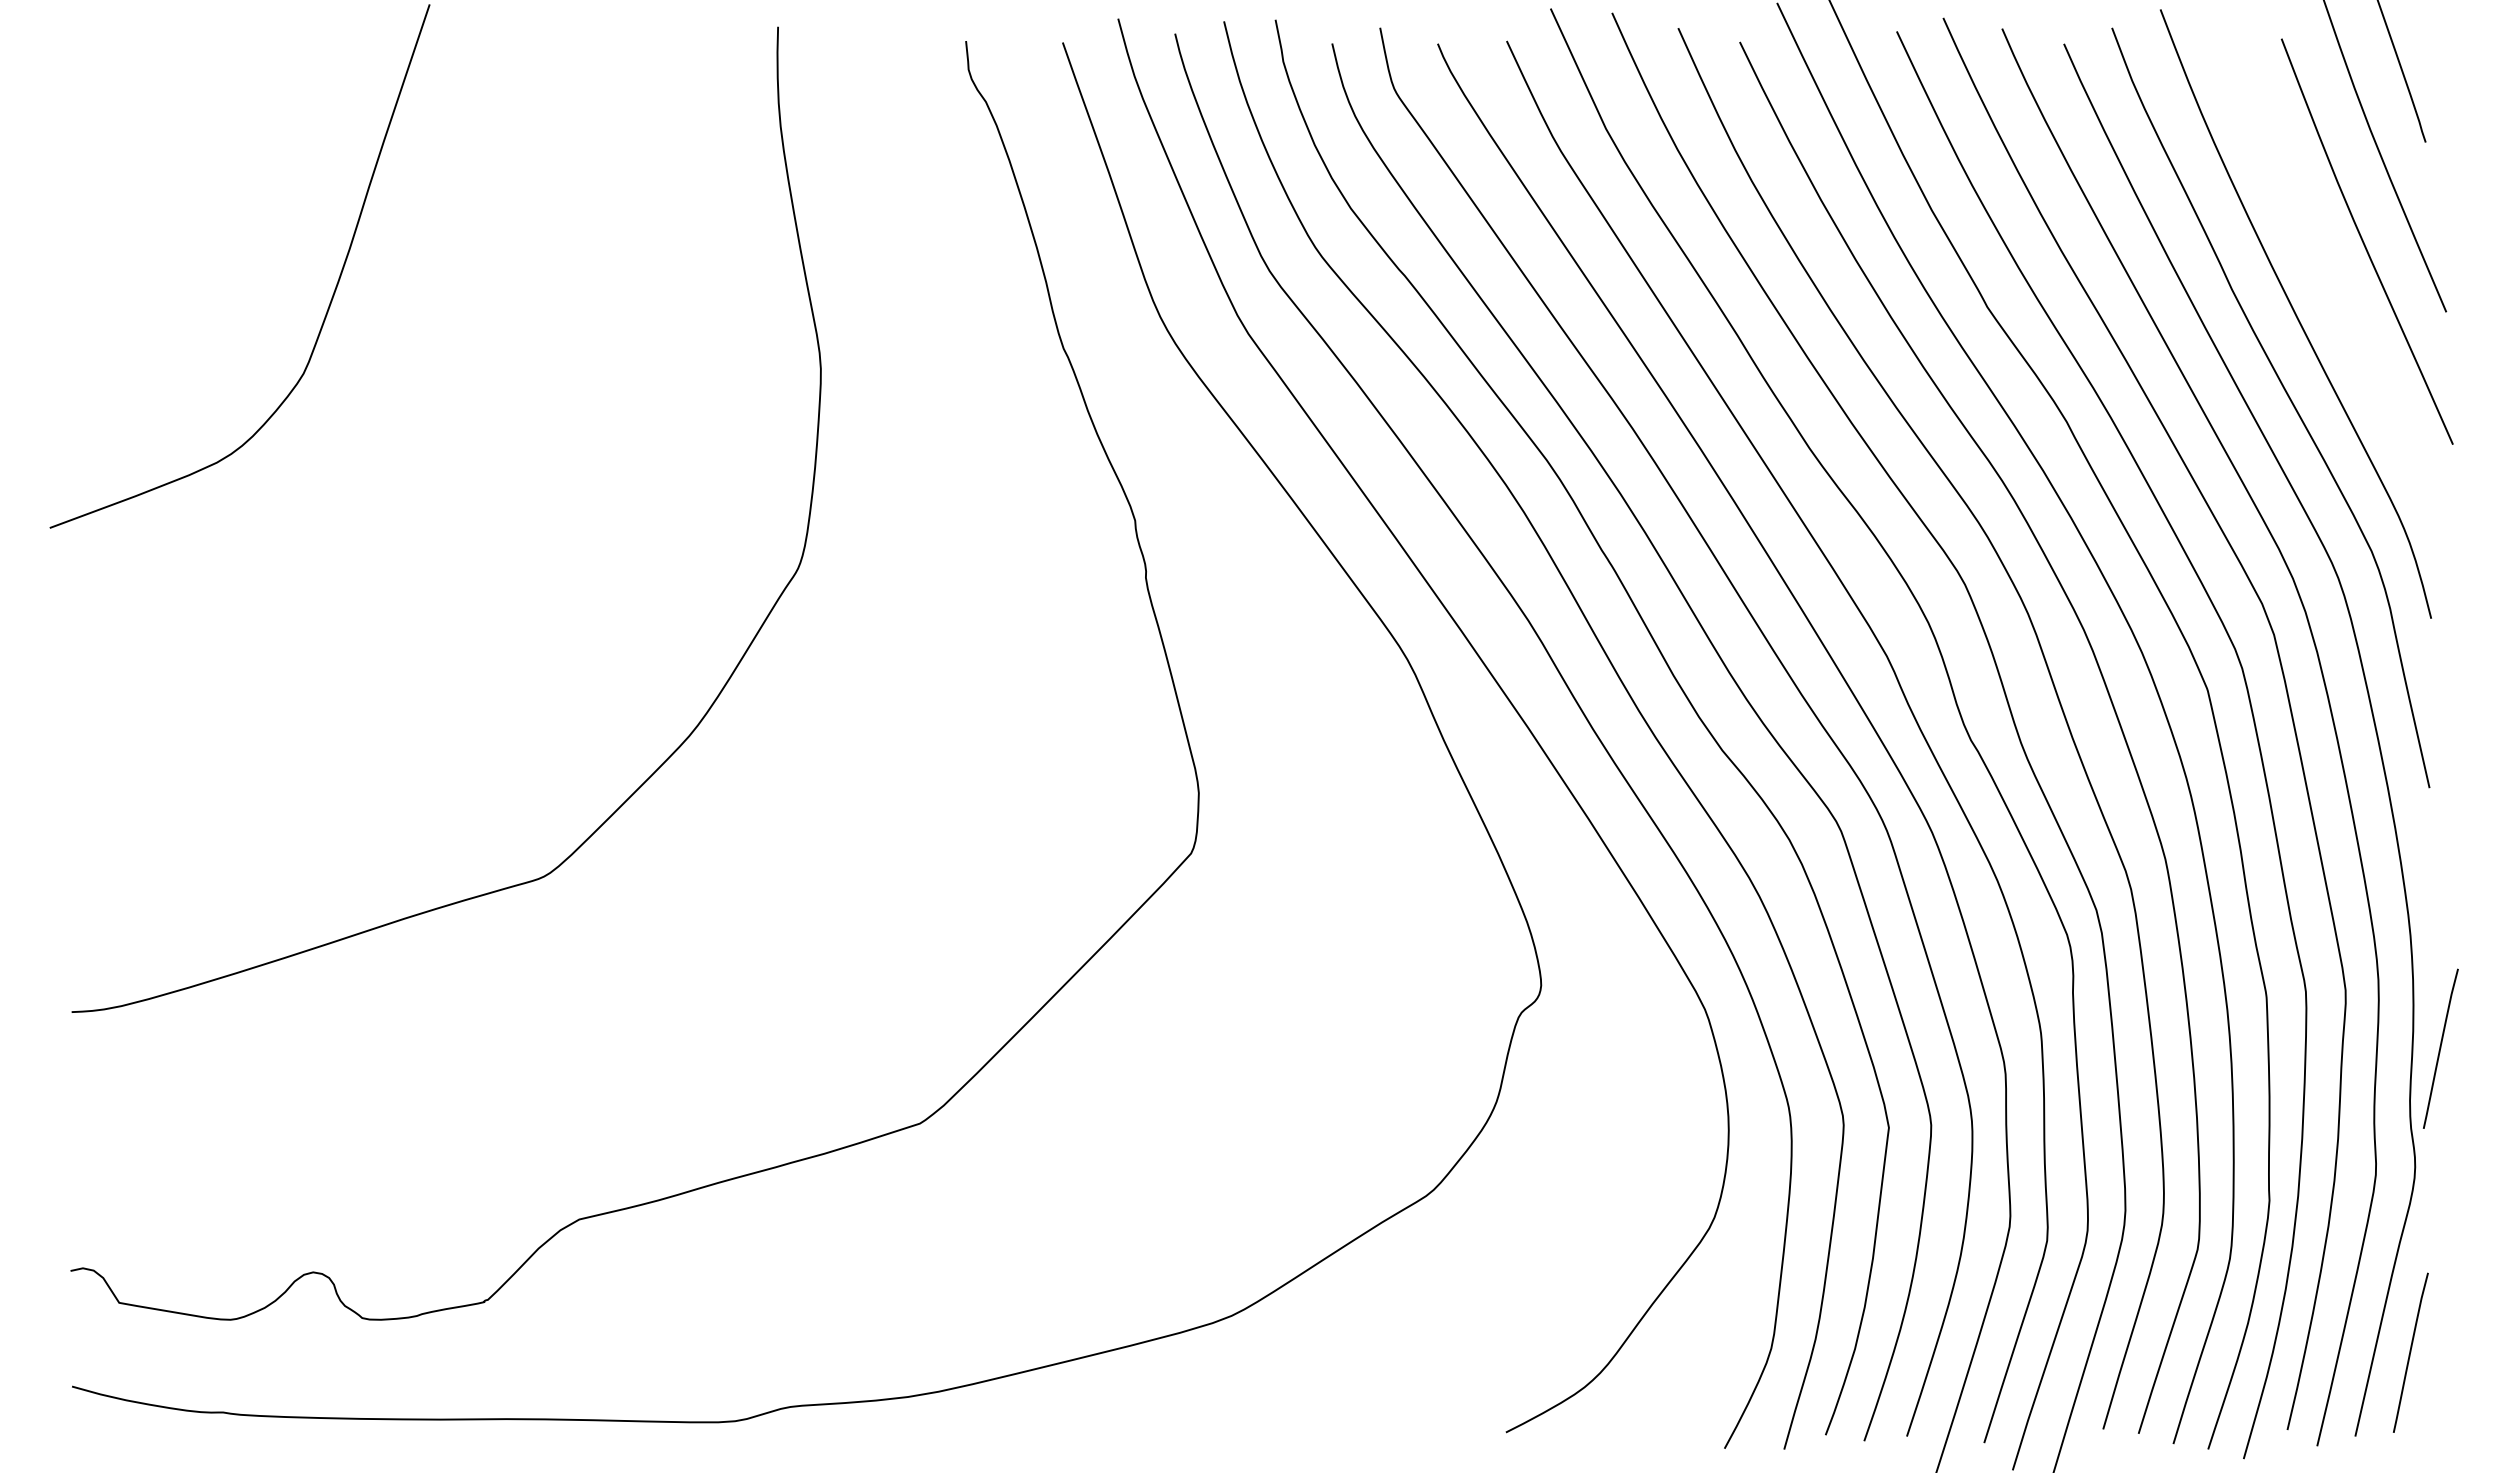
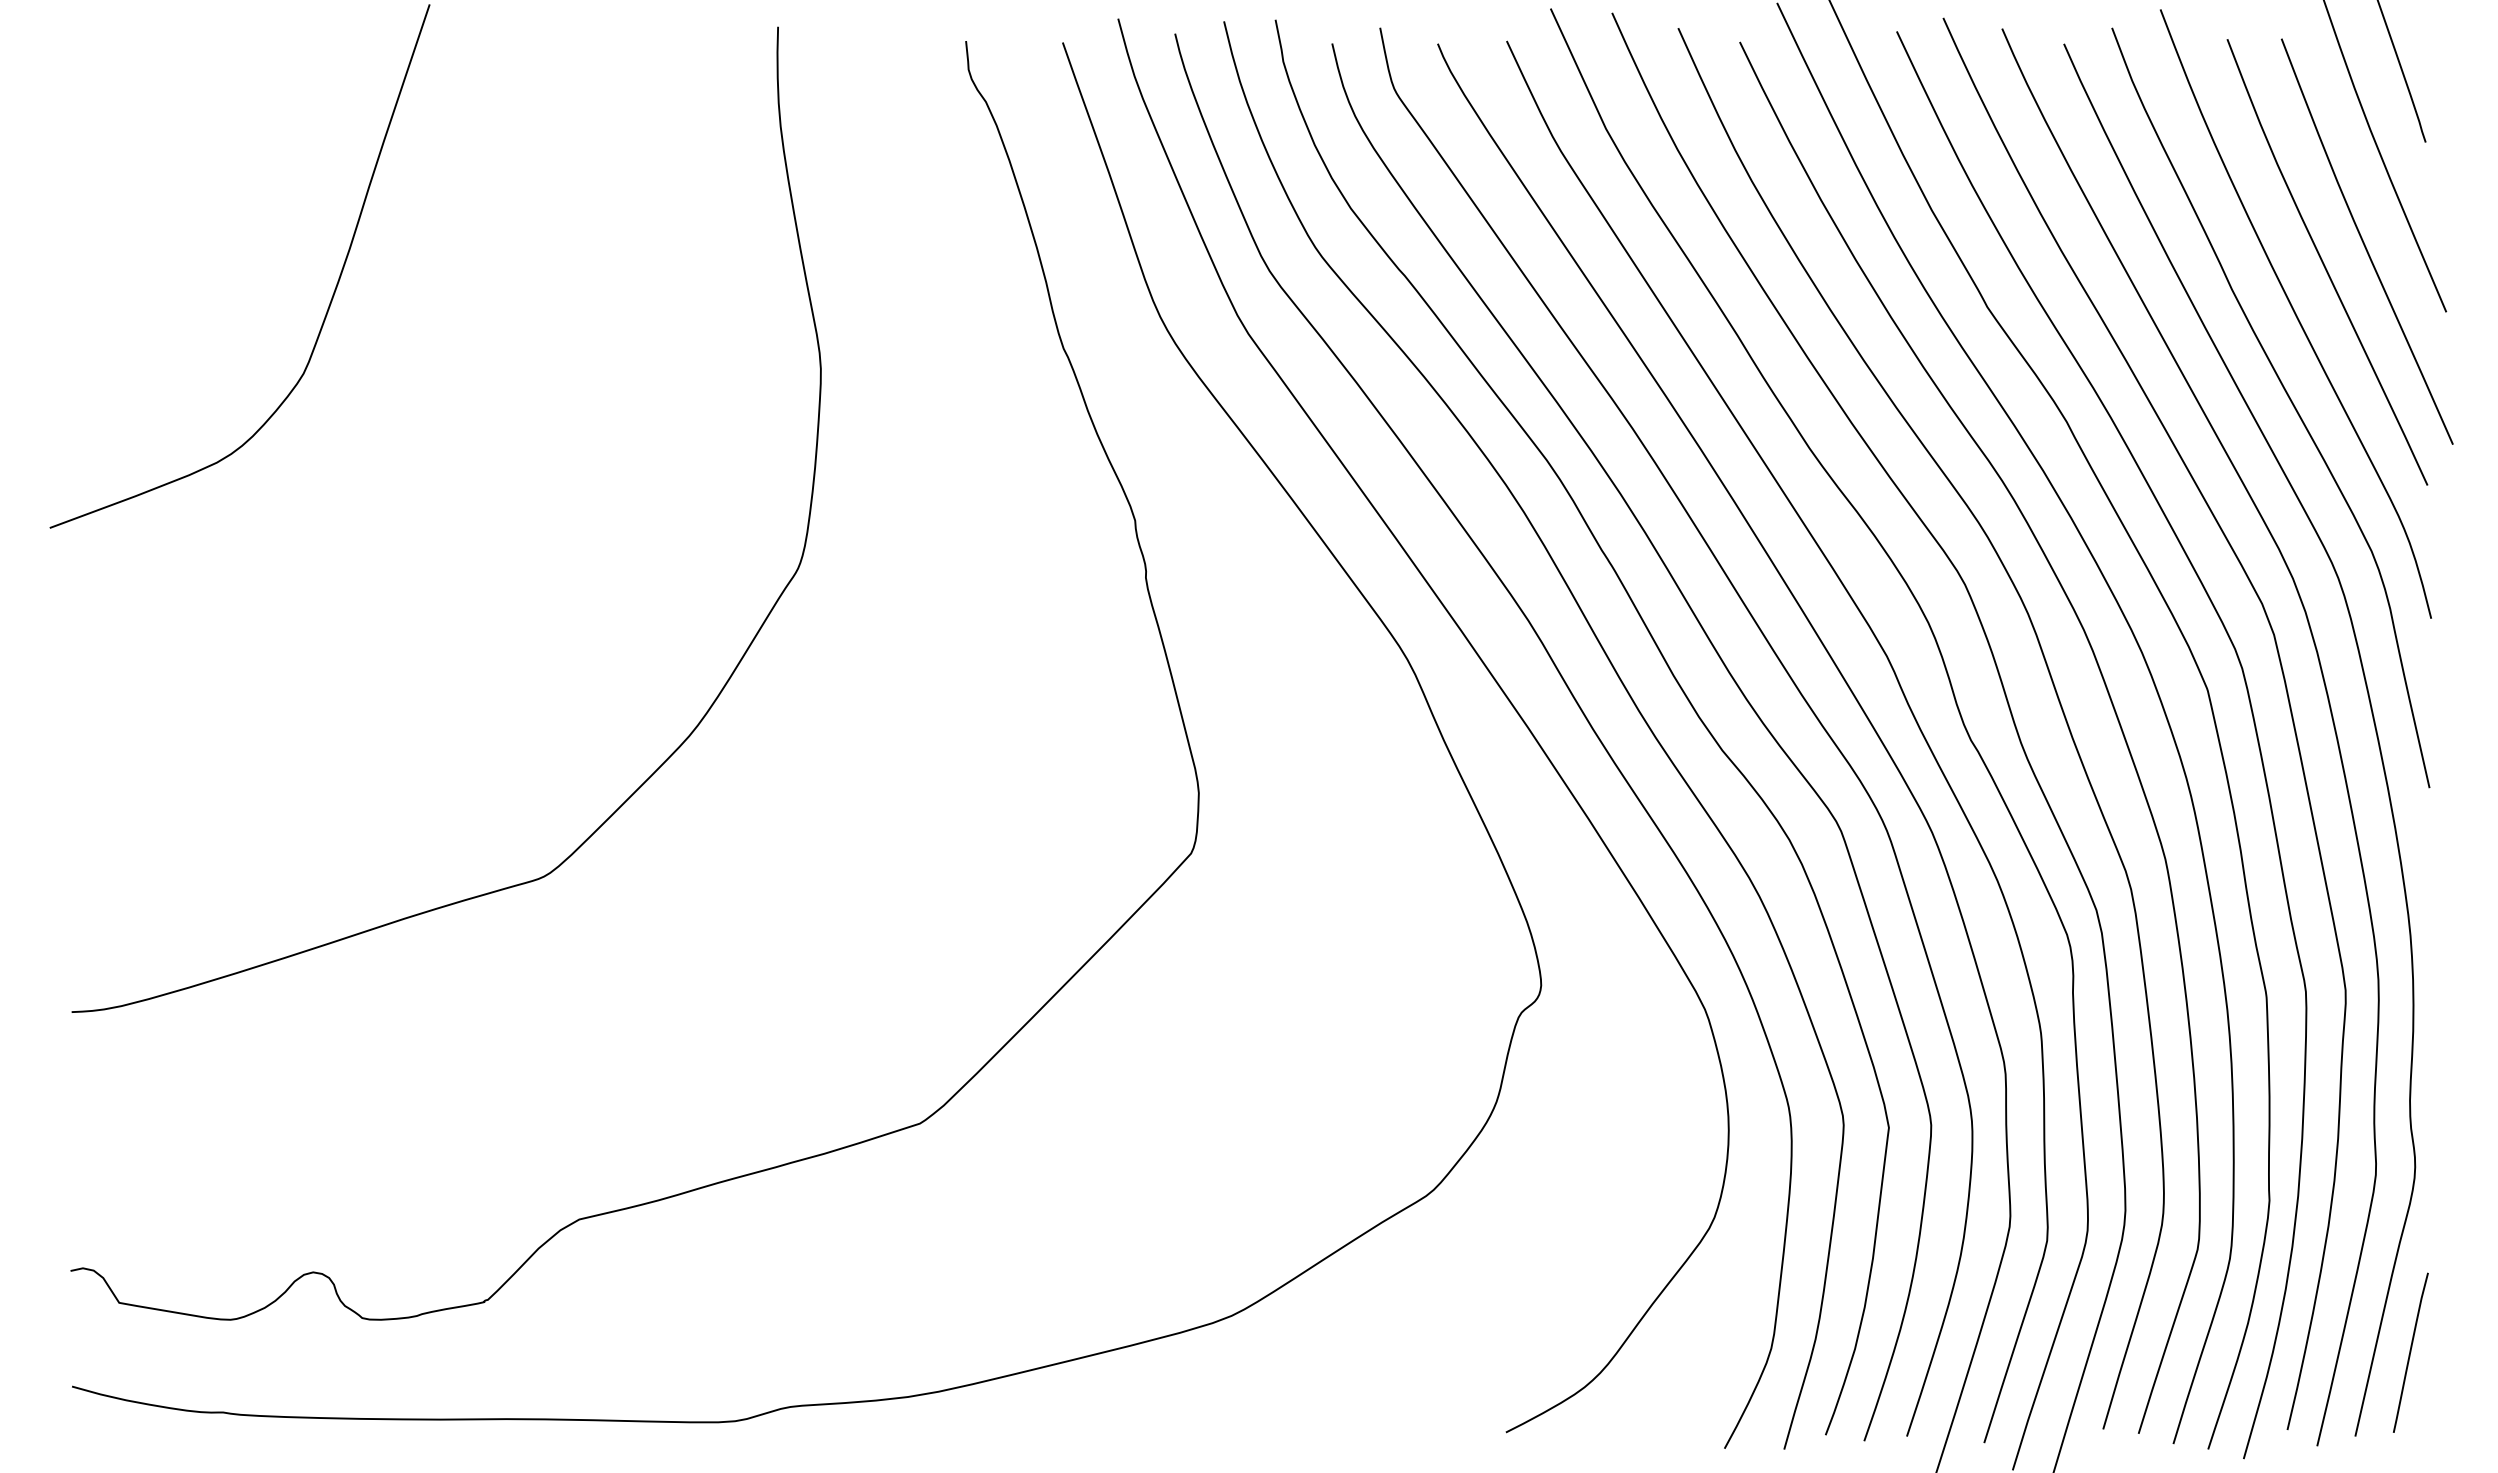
curve at (2324, 263): none -> present
curve at (2440, 1048): present -> none
